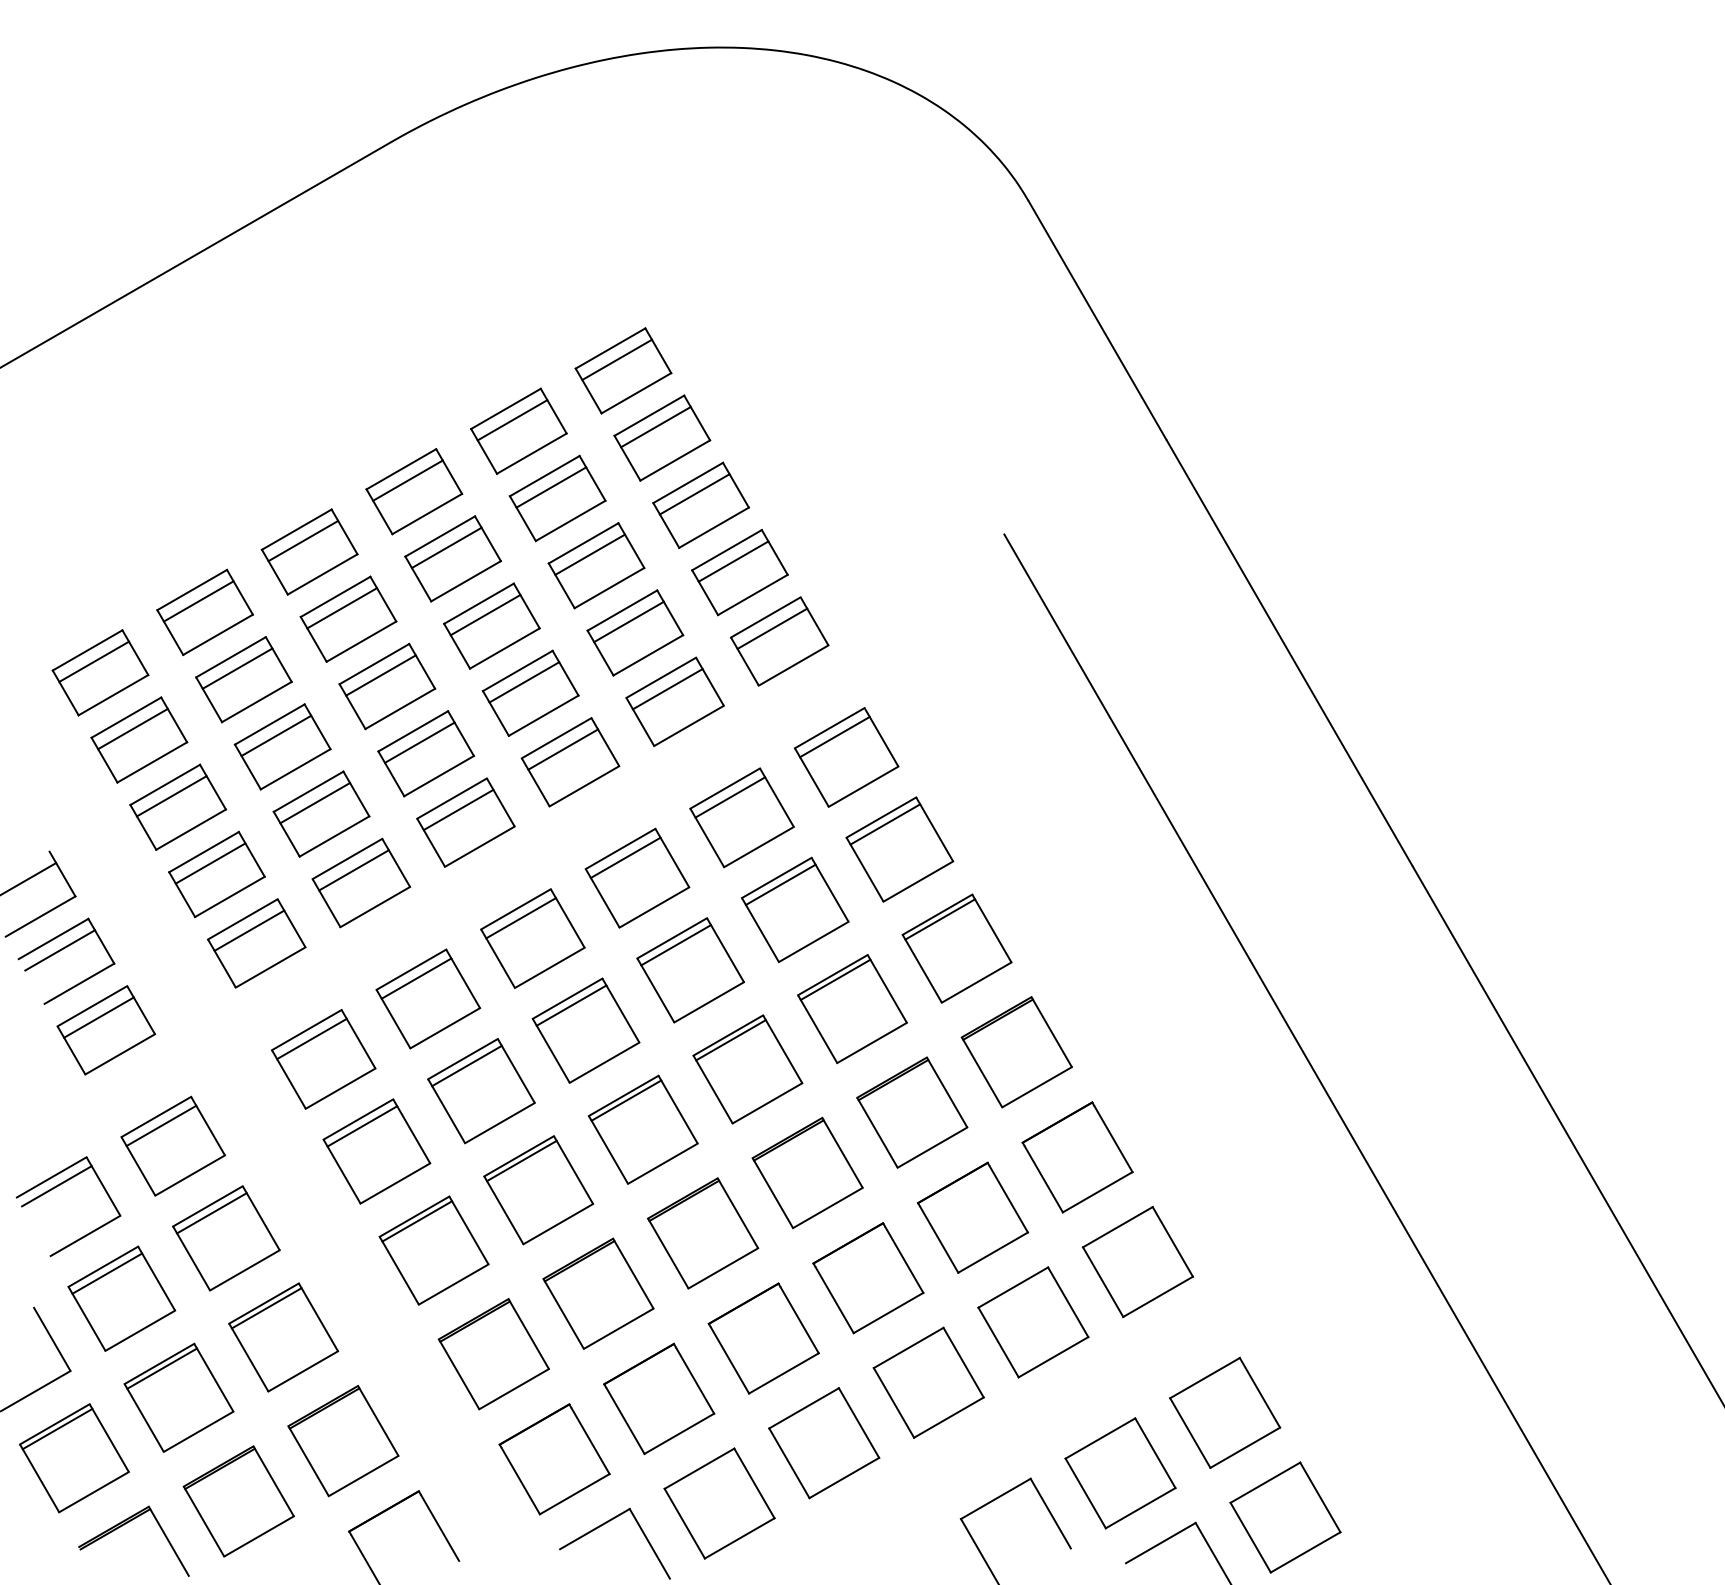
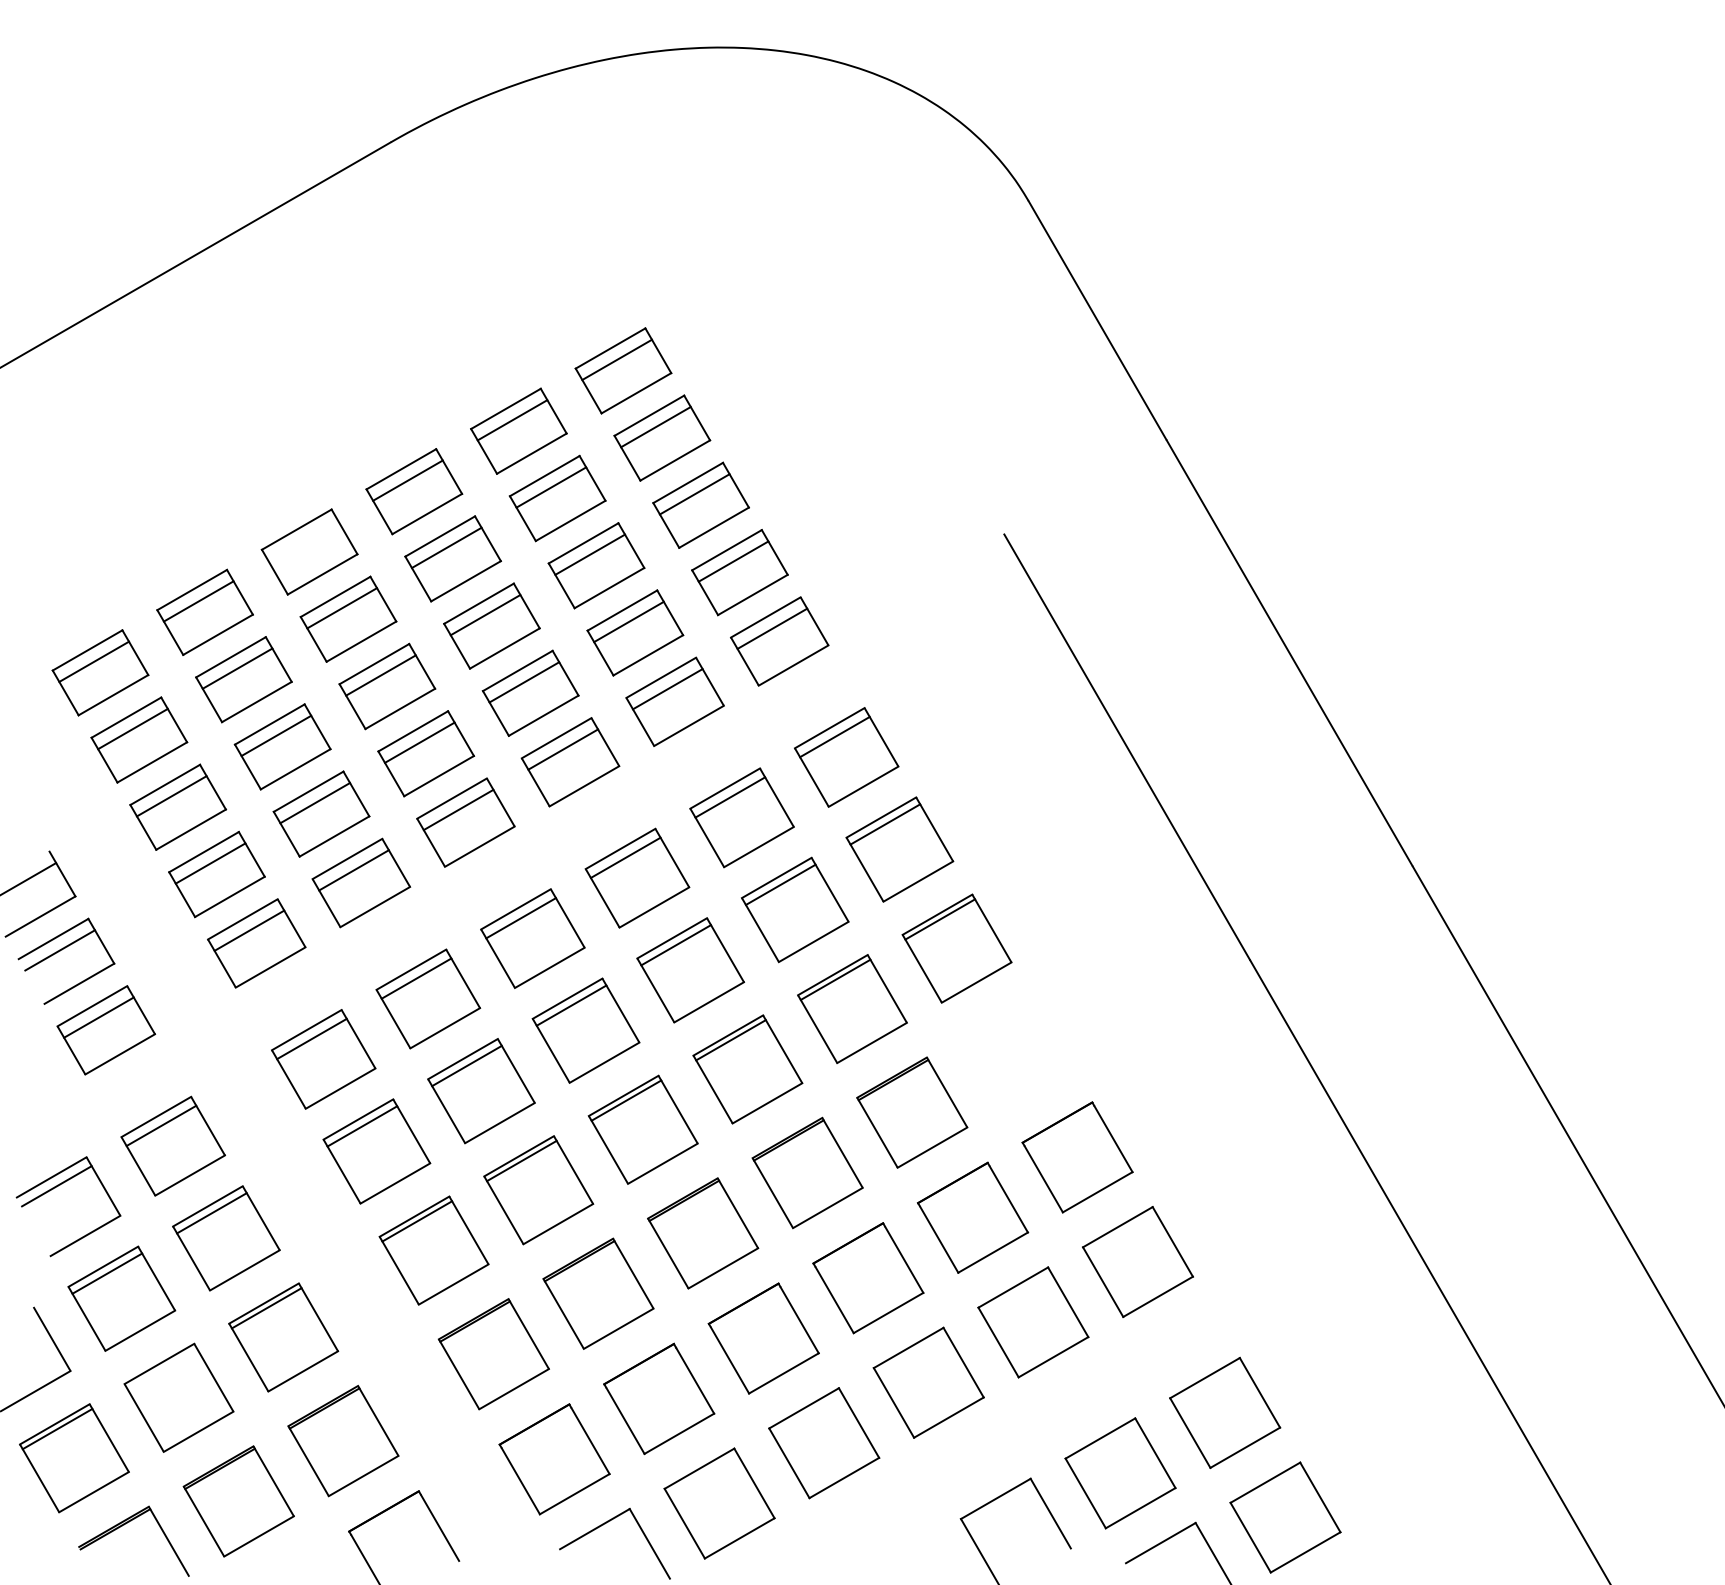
line at (303, 540): present -> none
part at (1016, 1052): present -> none
line at (162, 1368): present -> none
